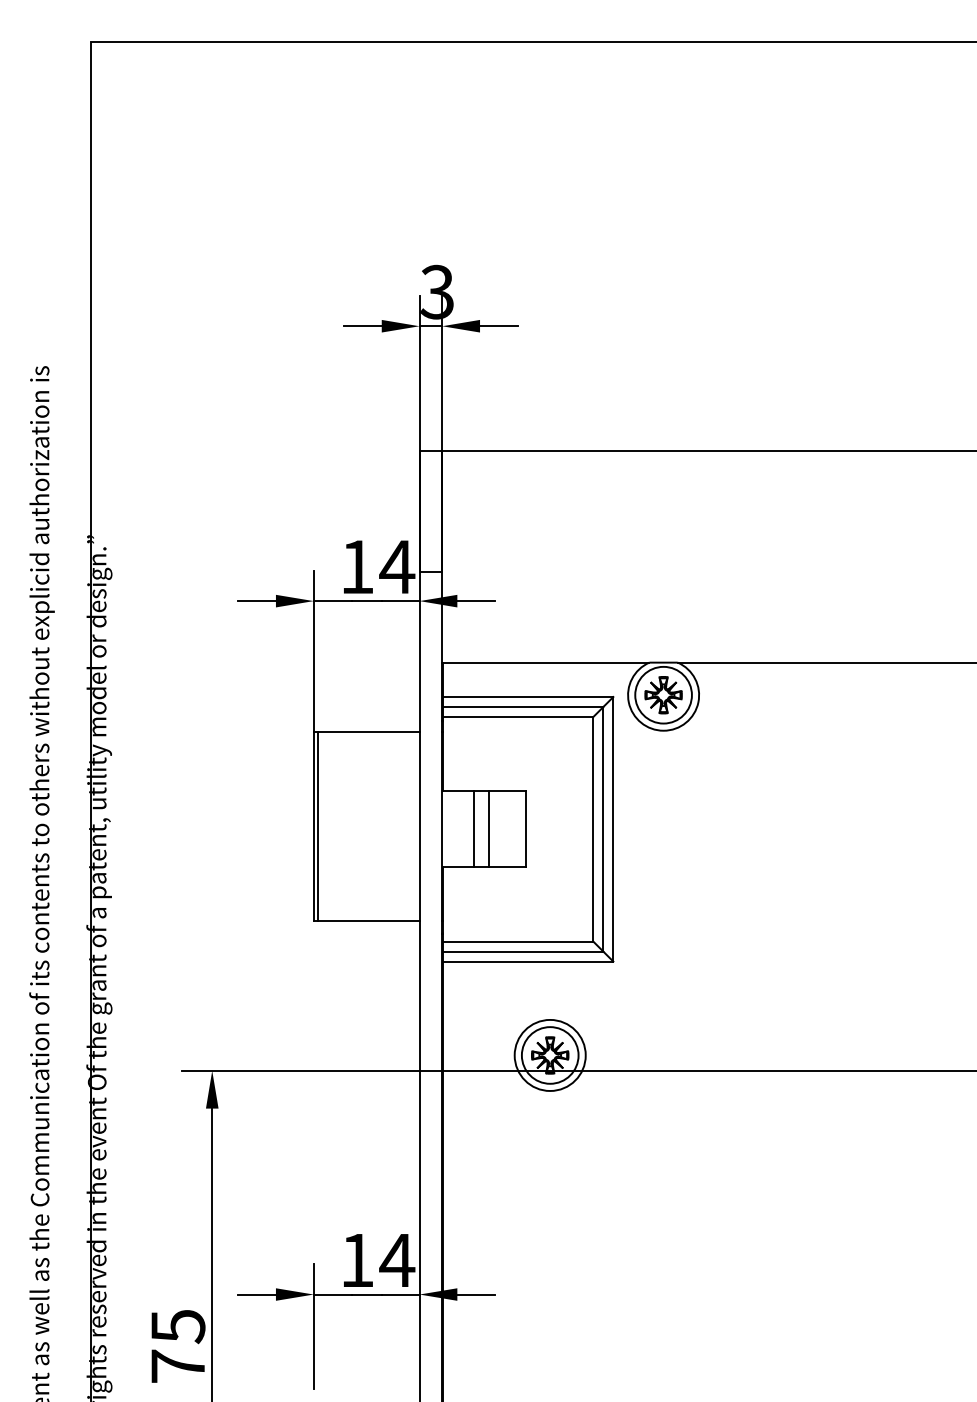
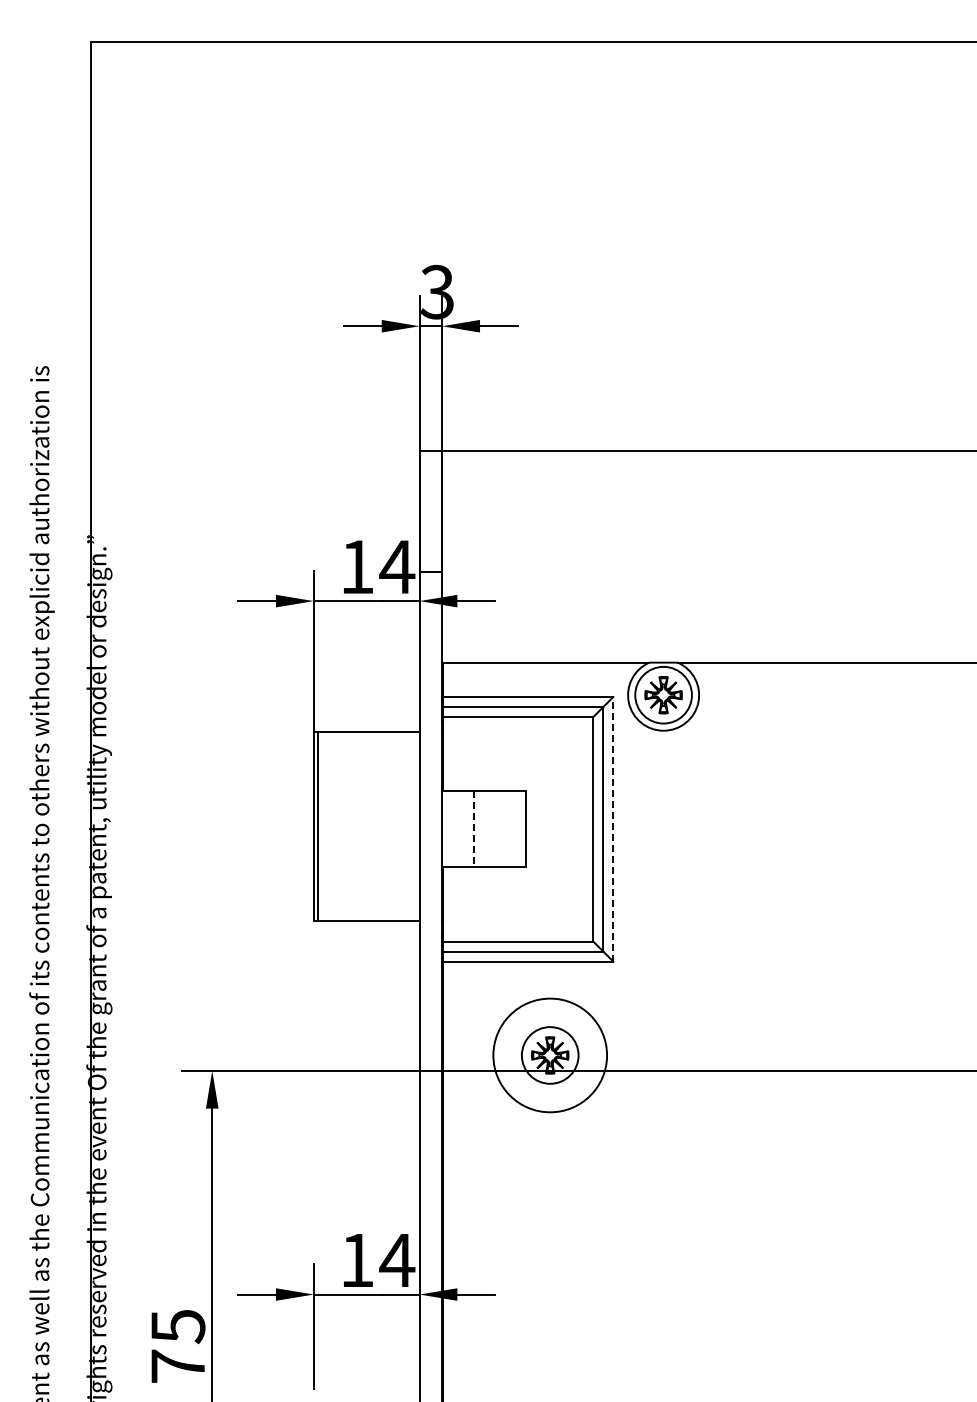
line at (613, 828): solid -> dashed
line at (473, 829): solid -> dashed
line at (488, 829): present -> none
circle at (549, 1054) diameter: 71 px -> 114 px
